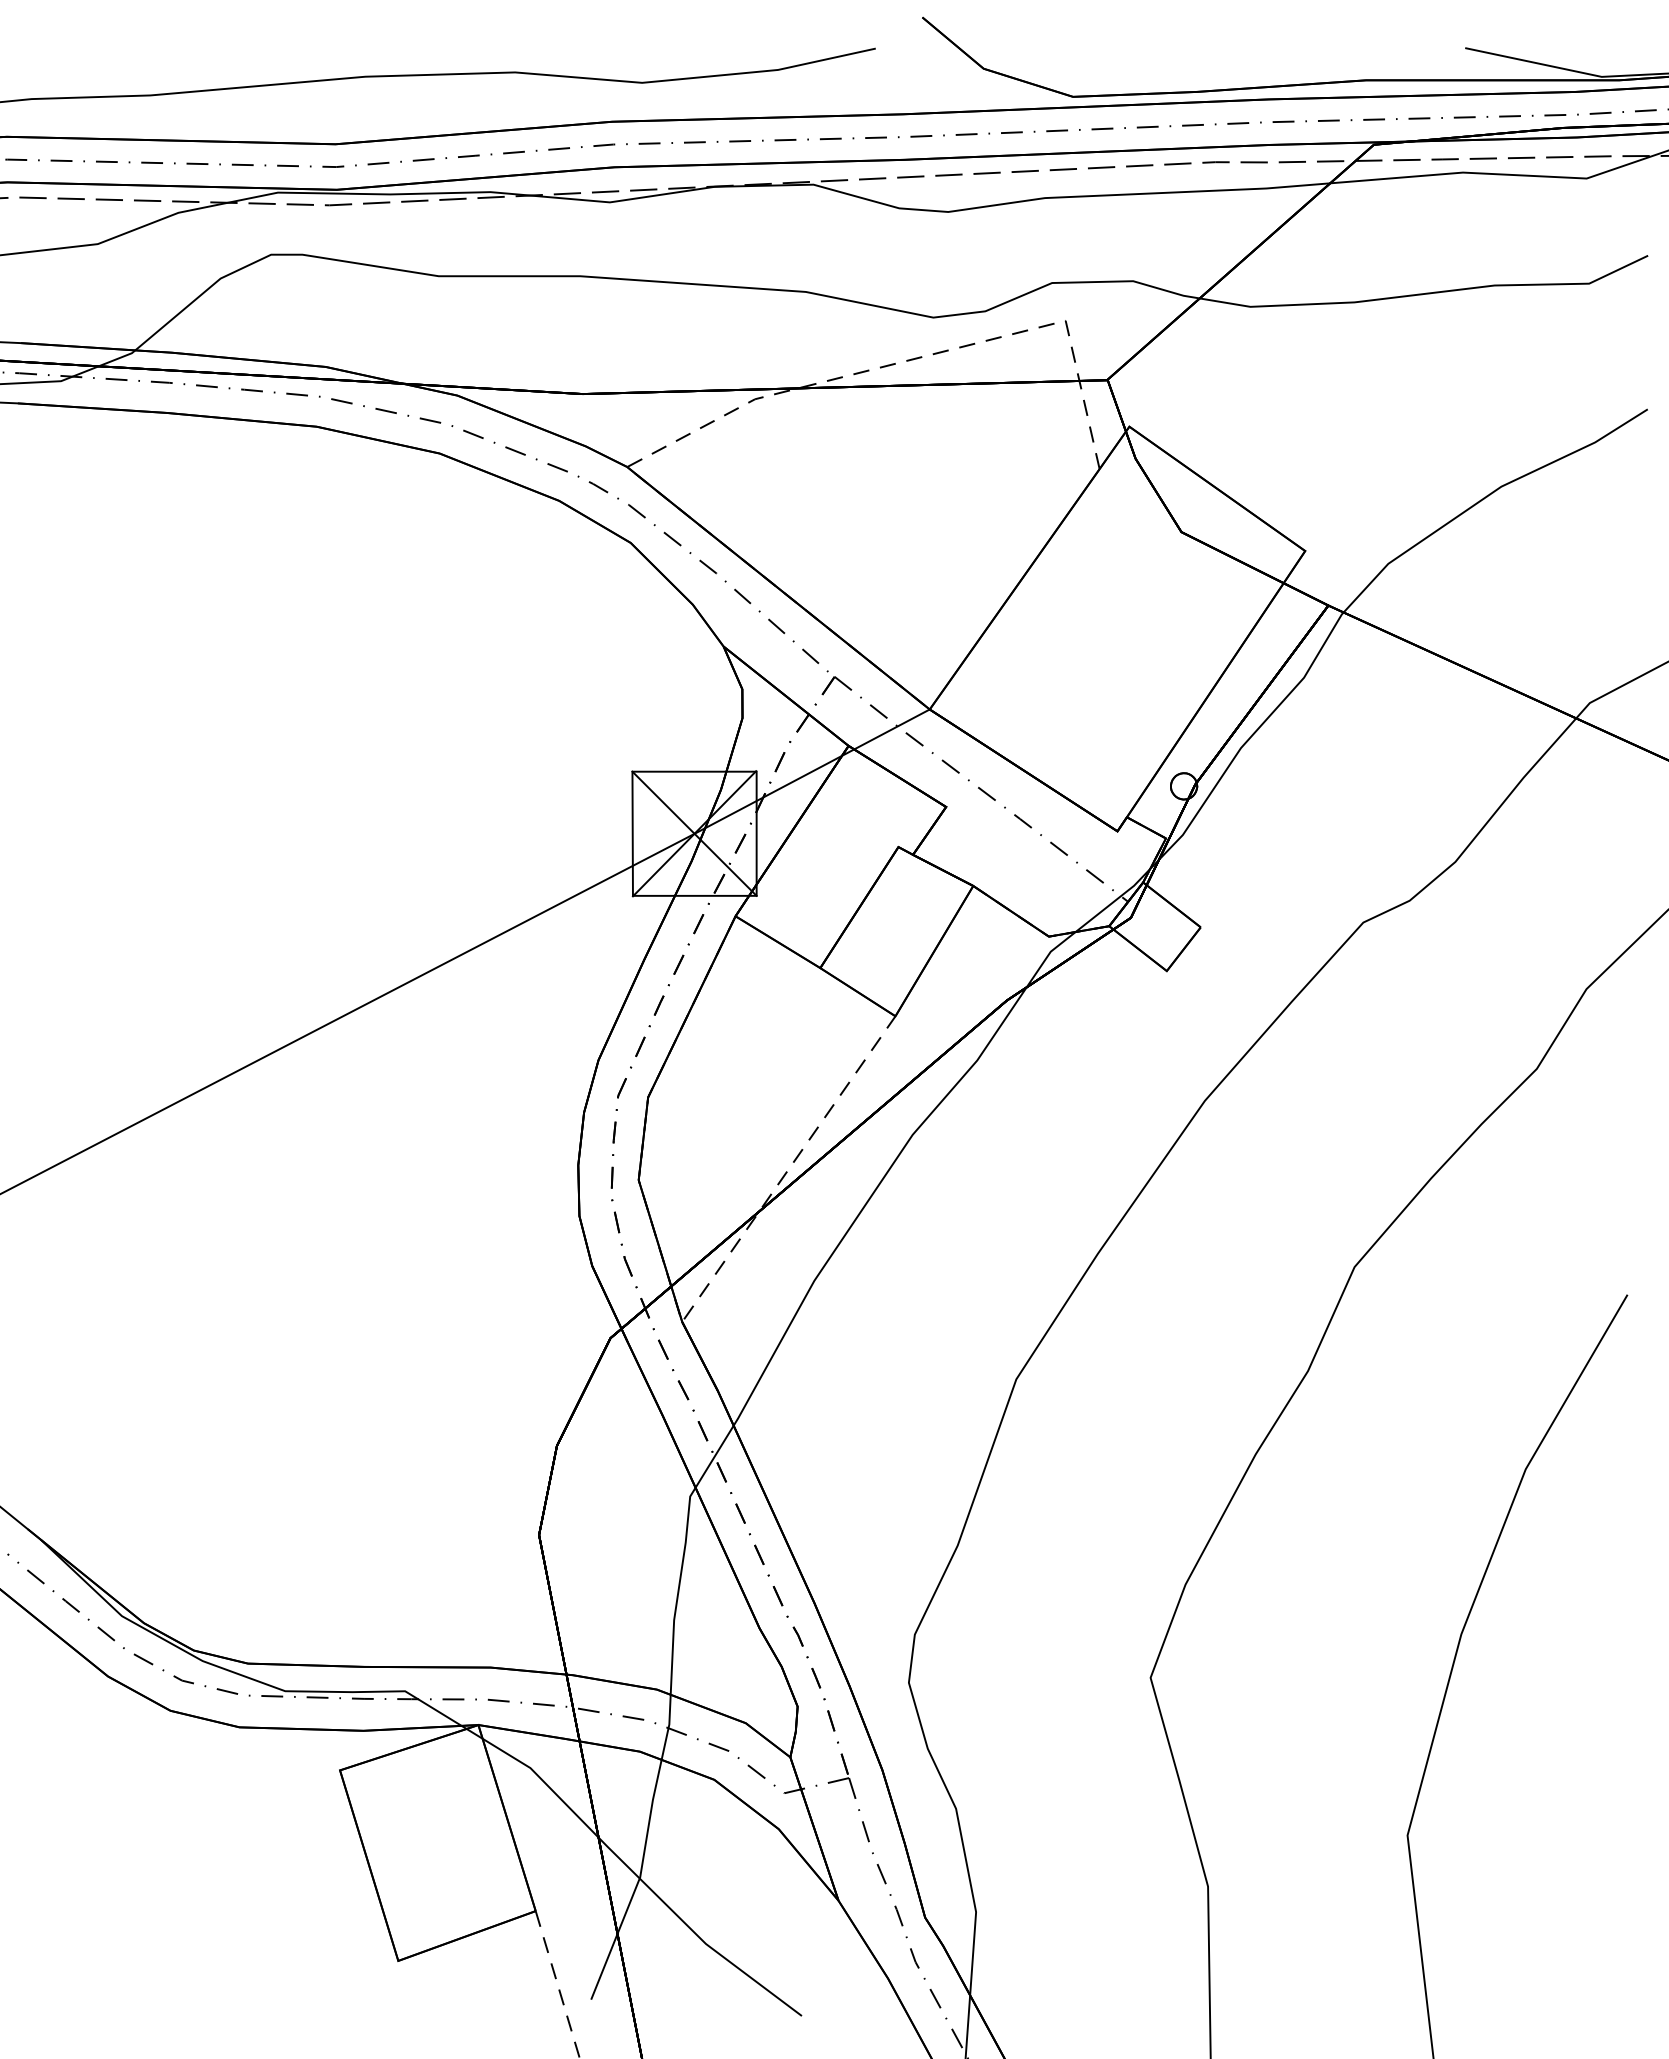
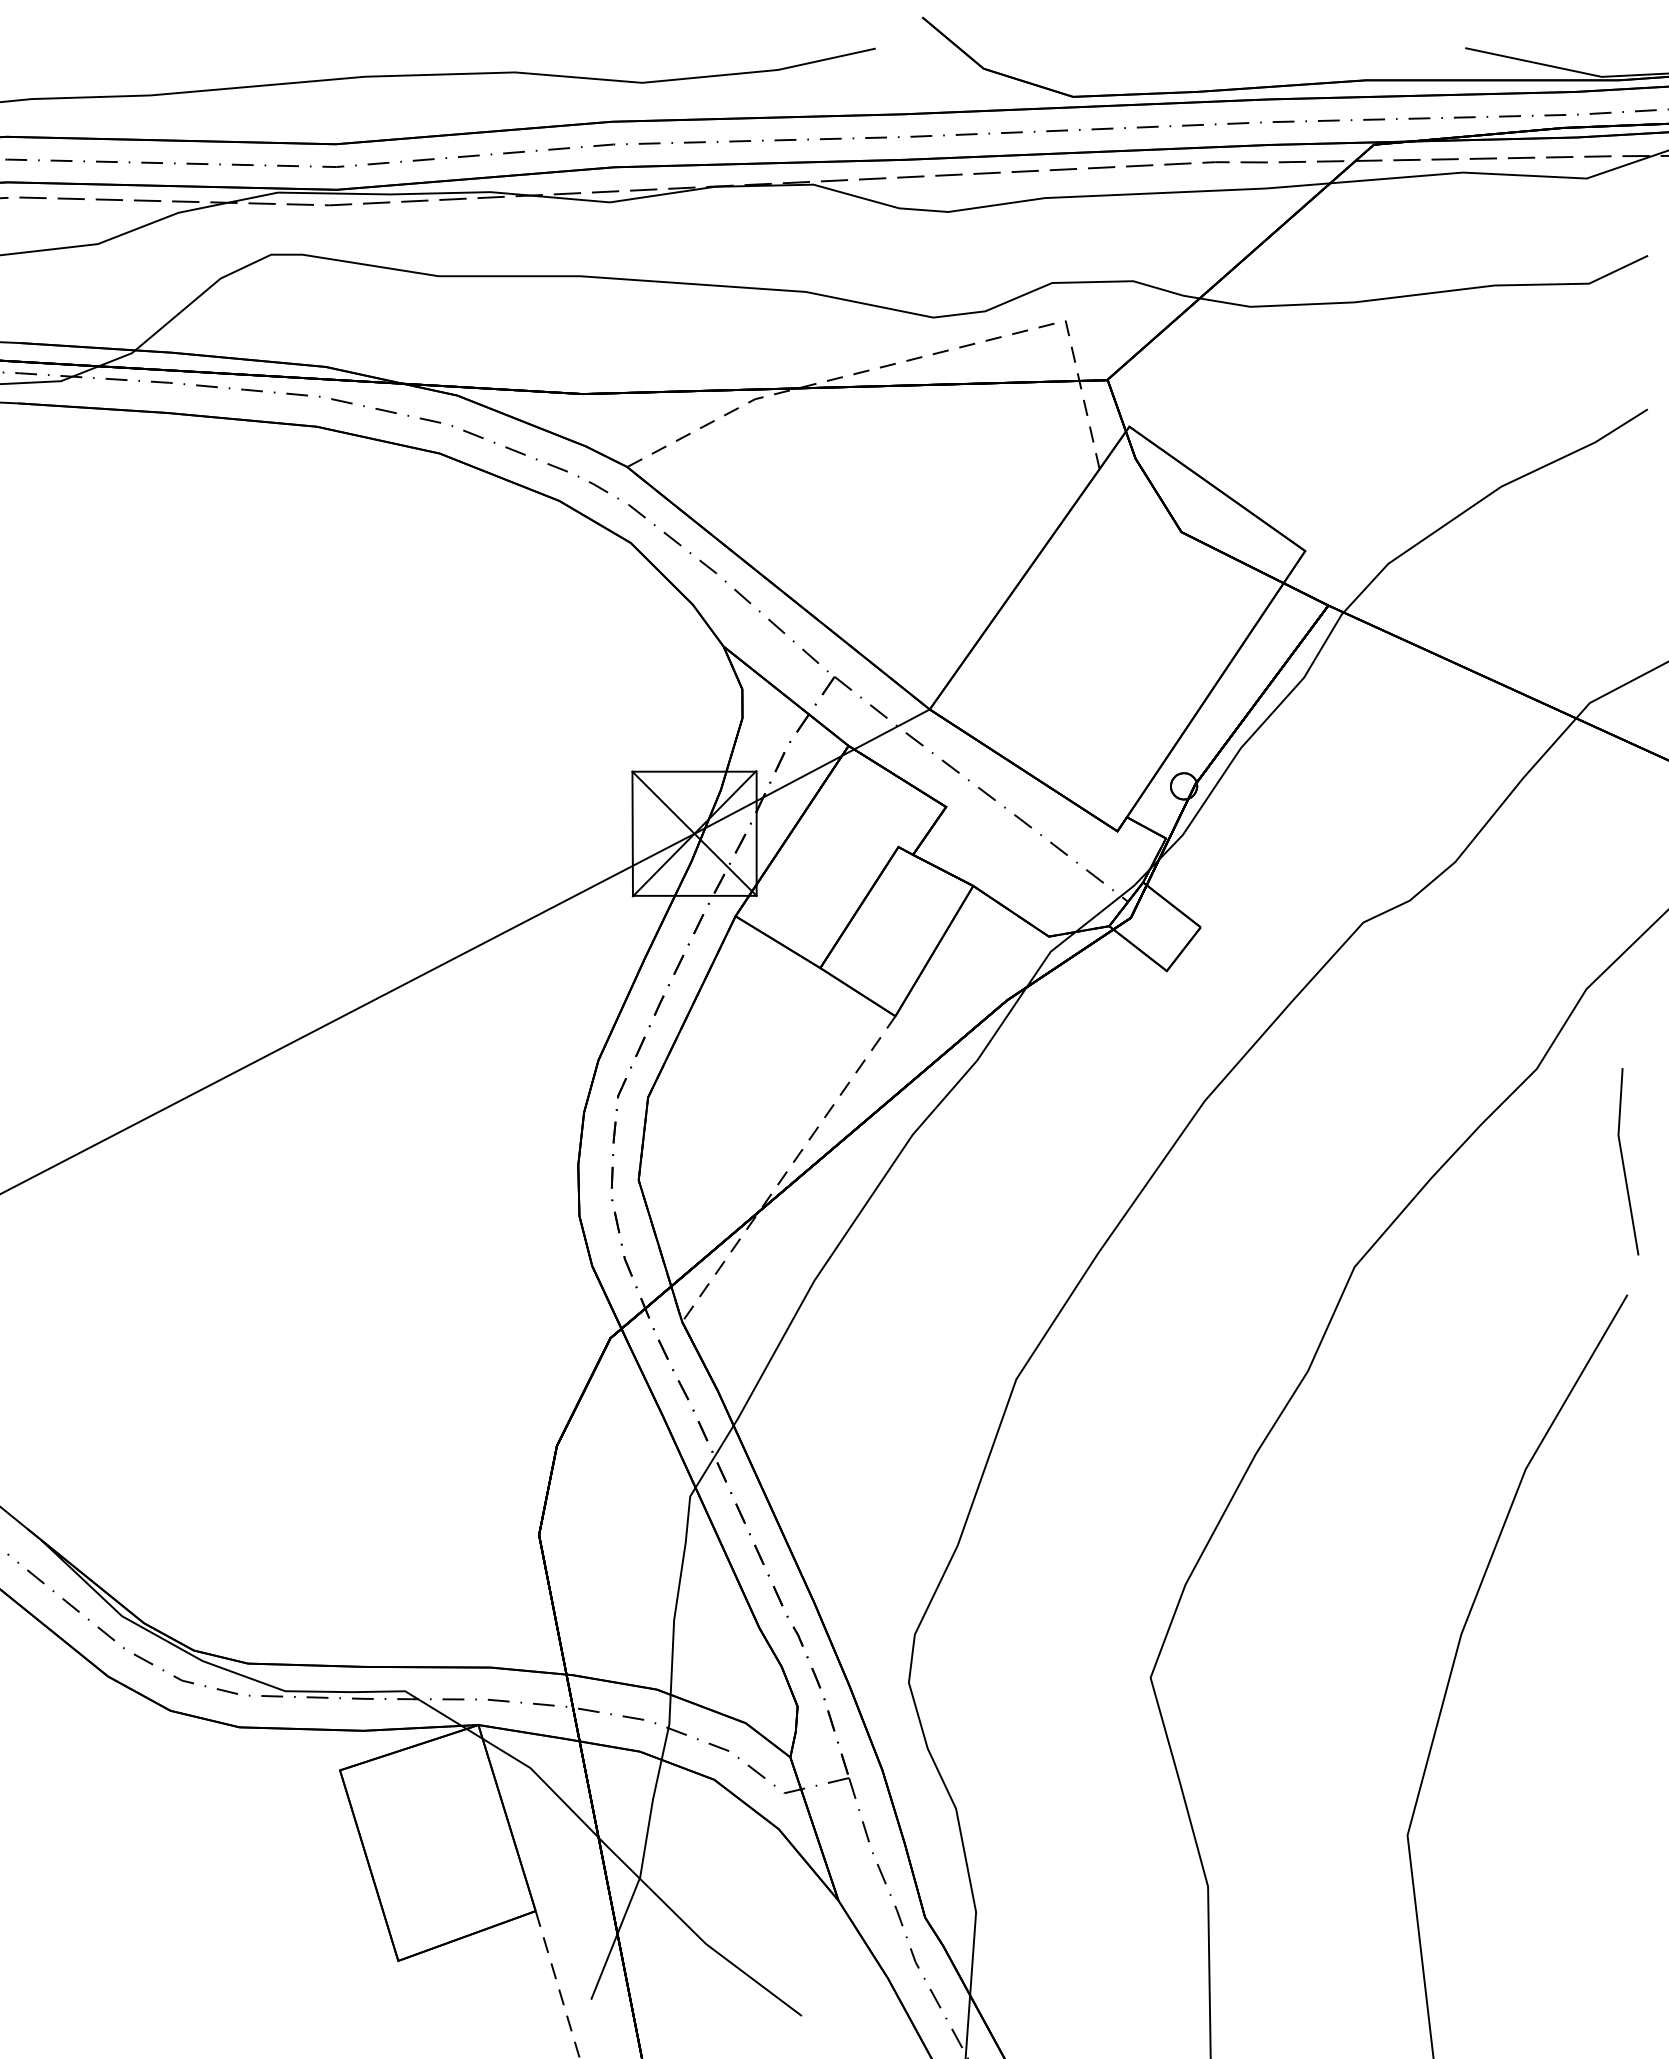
line at (1624, 1163): none -> present
